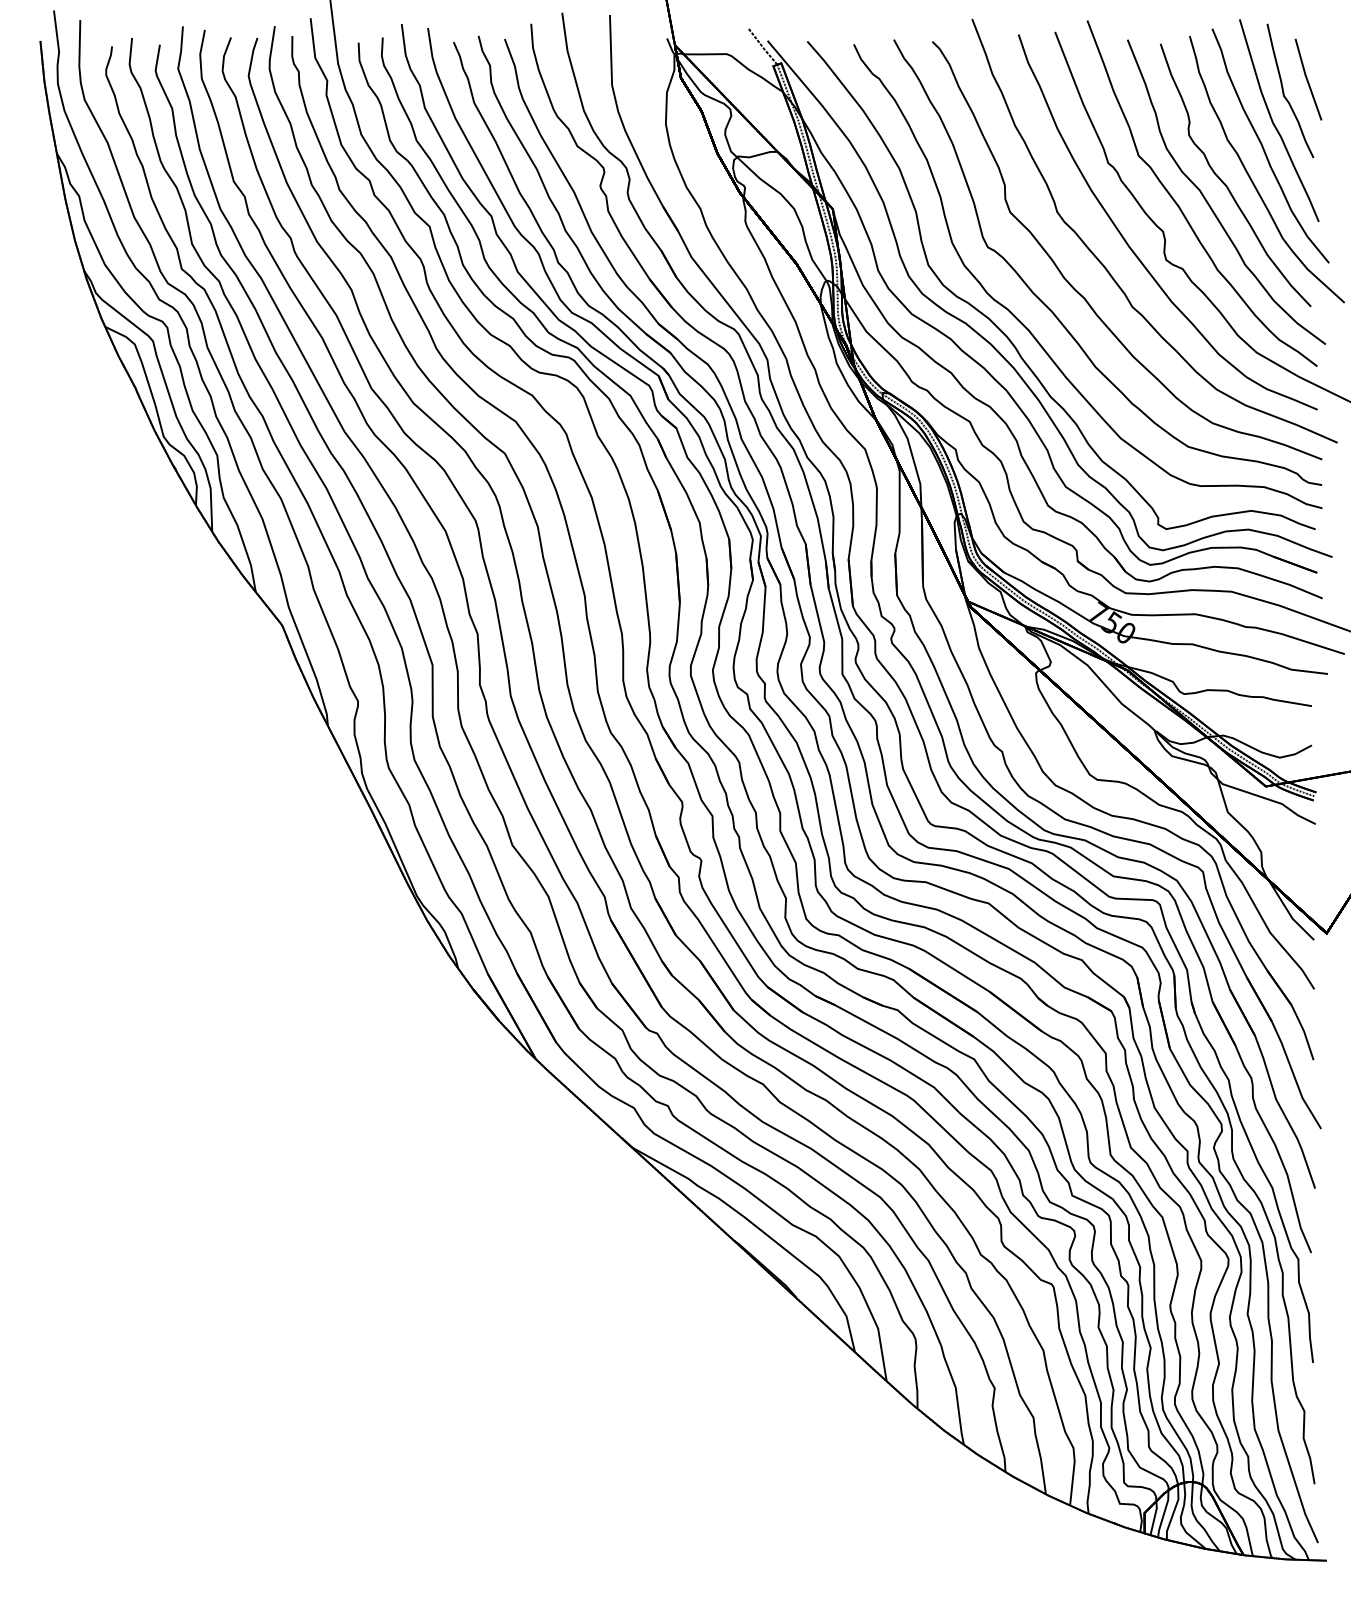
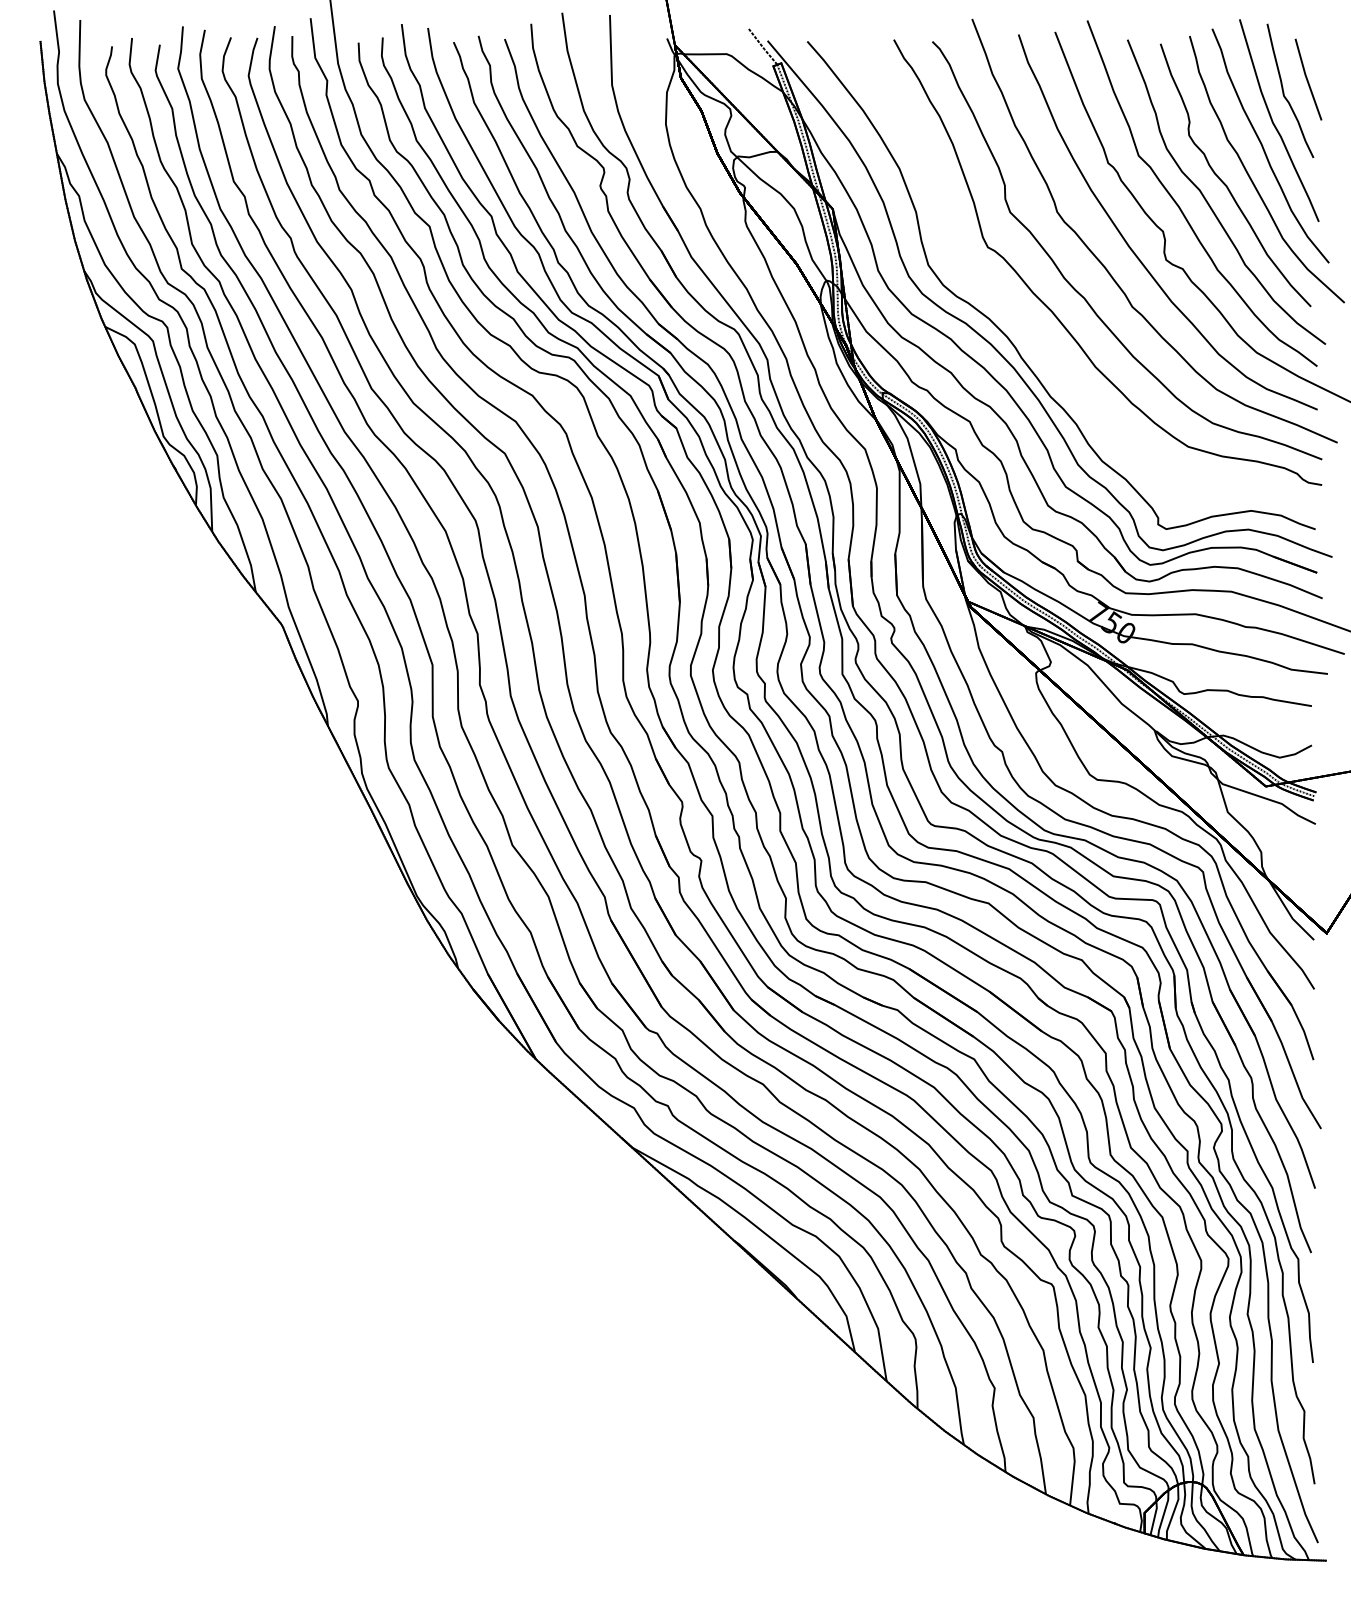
curve at (1029, 329): present -> none
